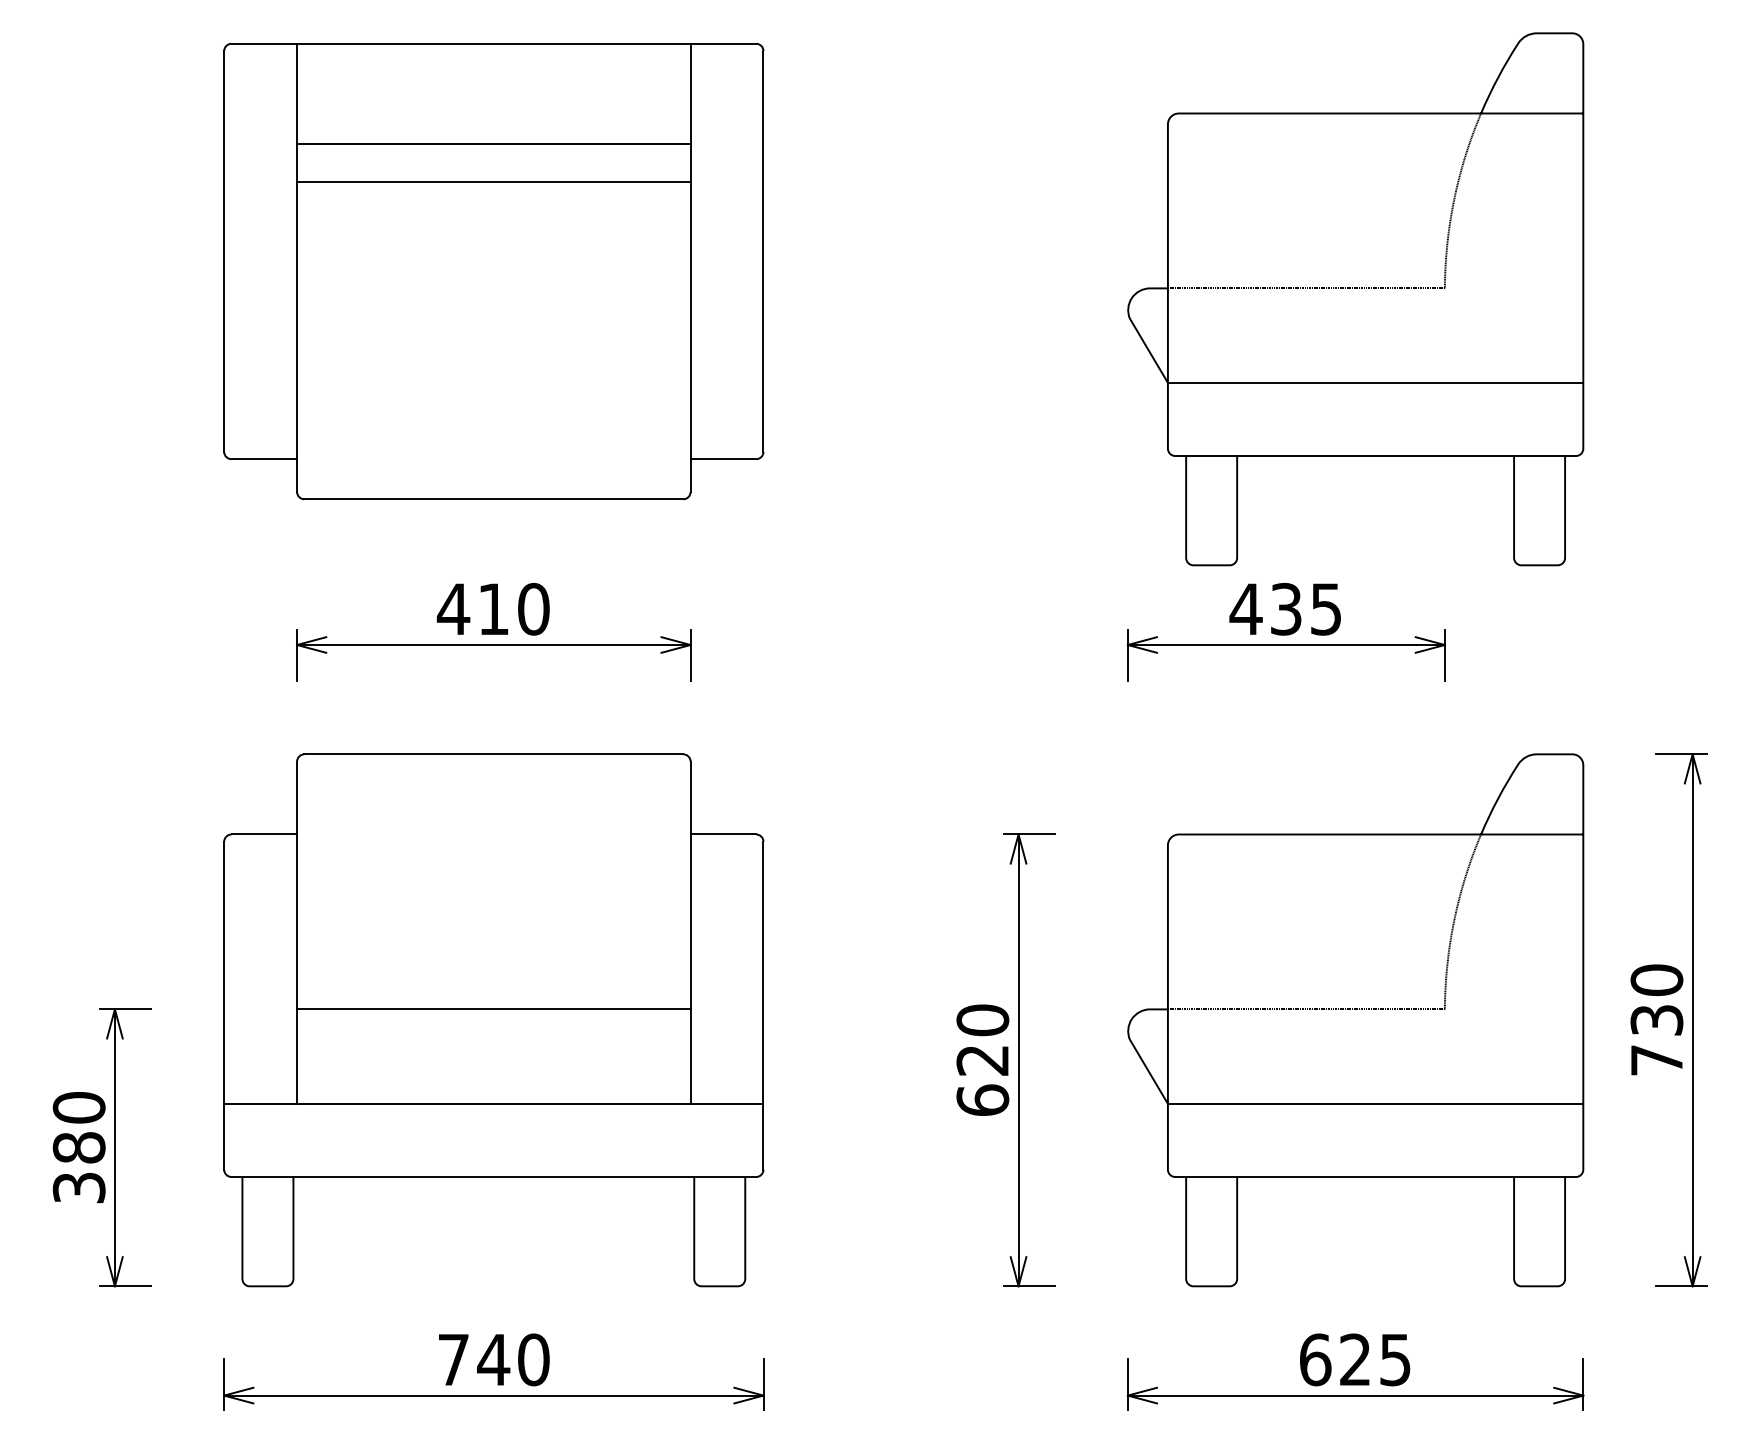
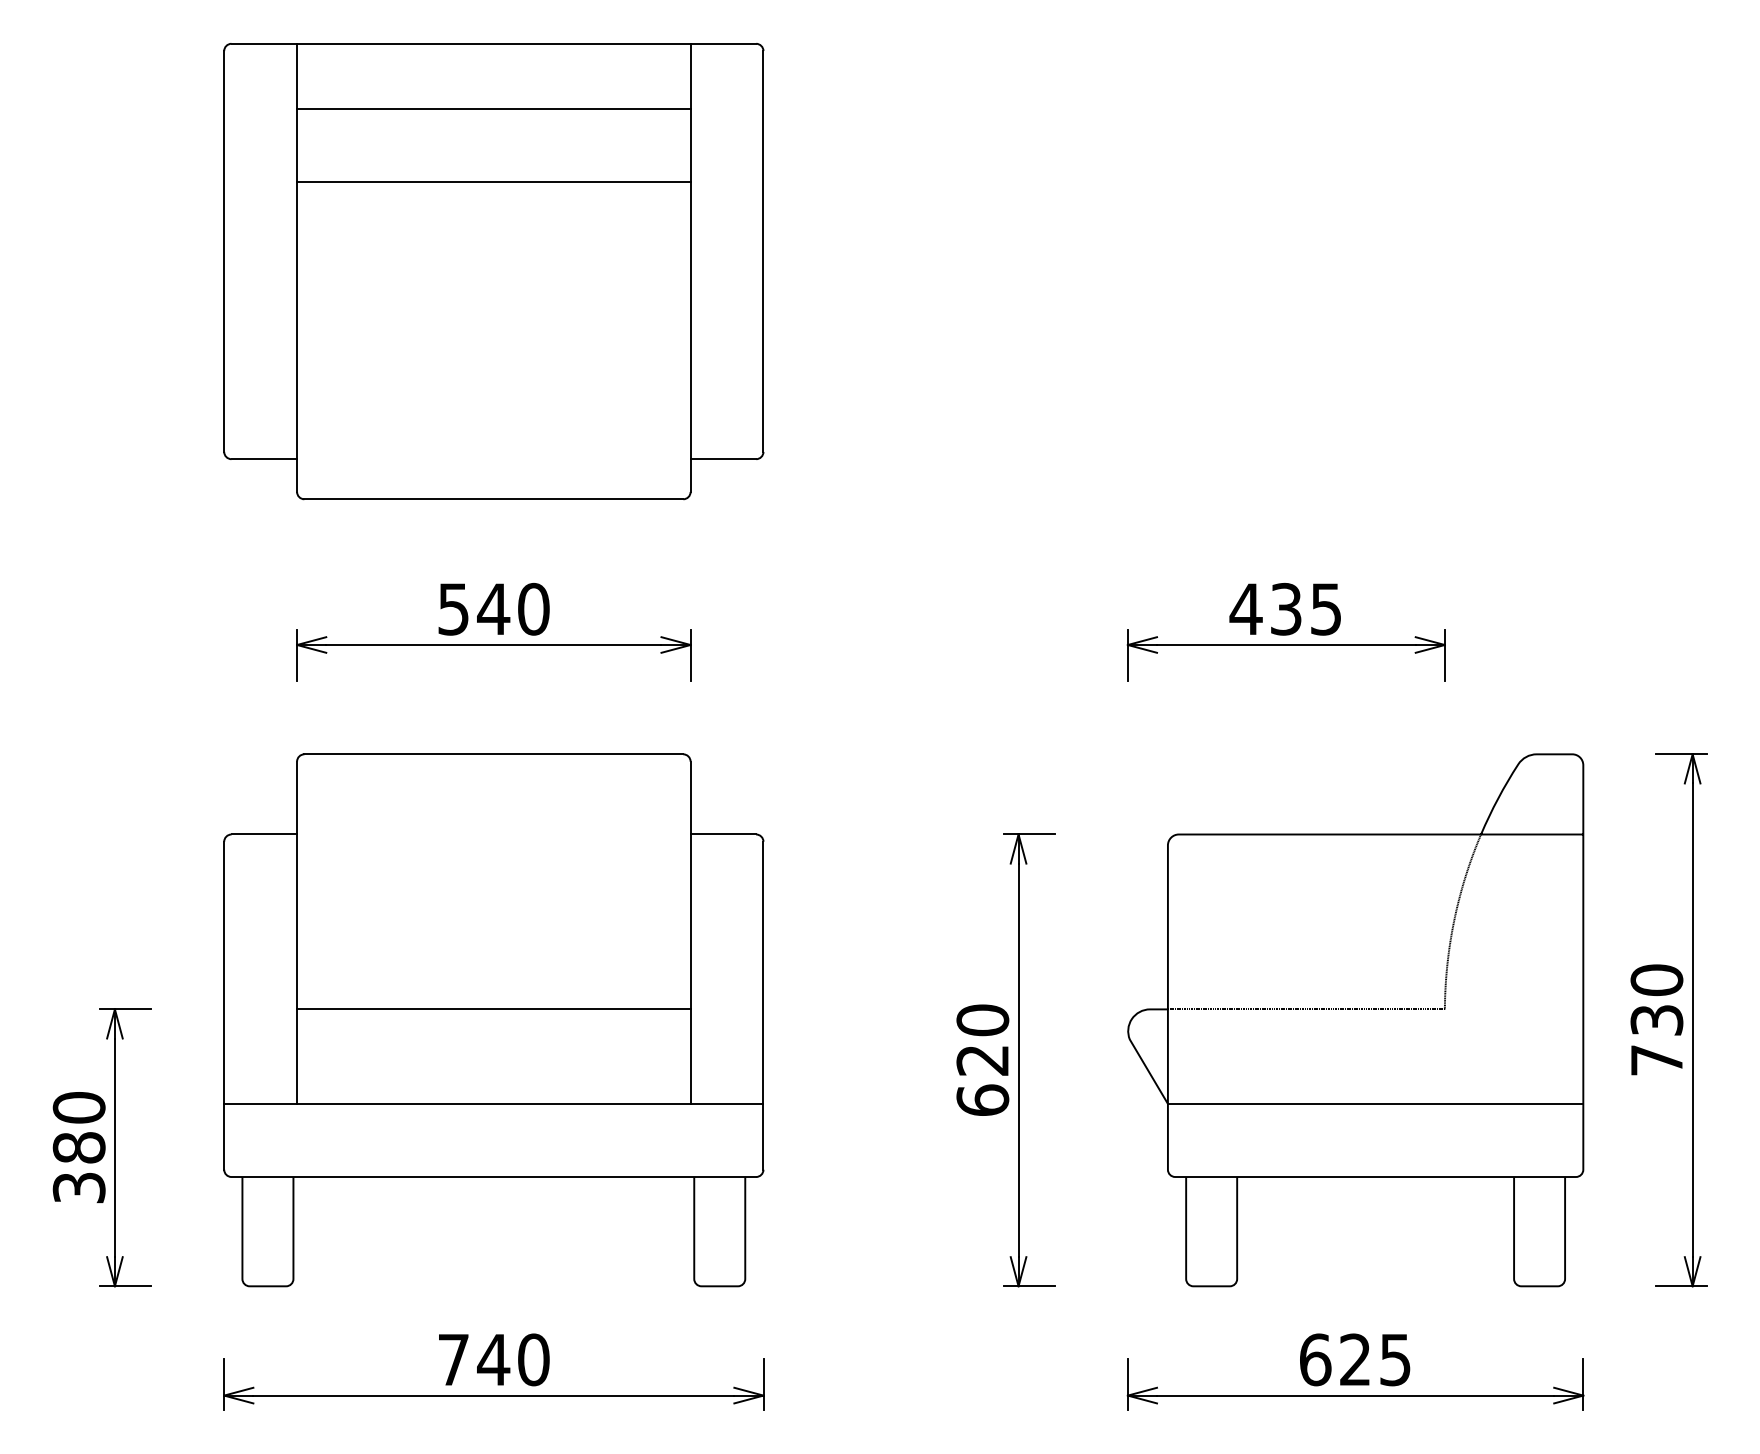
line at (493, 143) position: (493, 143) -> (493, 108)
part at (1355, 299): present -> none
text at (473, 609): 410 -> 540
